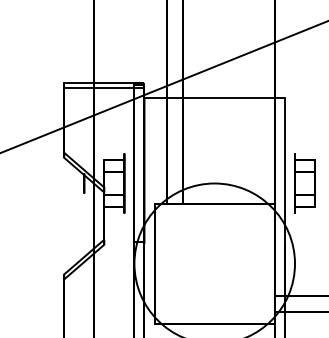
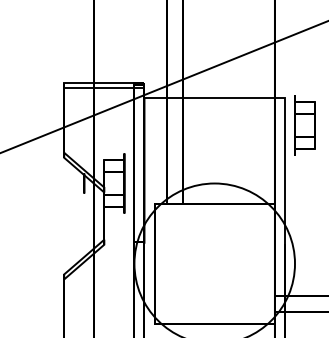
part at (304, 183) position: (304, 183) -> (304, 125)
